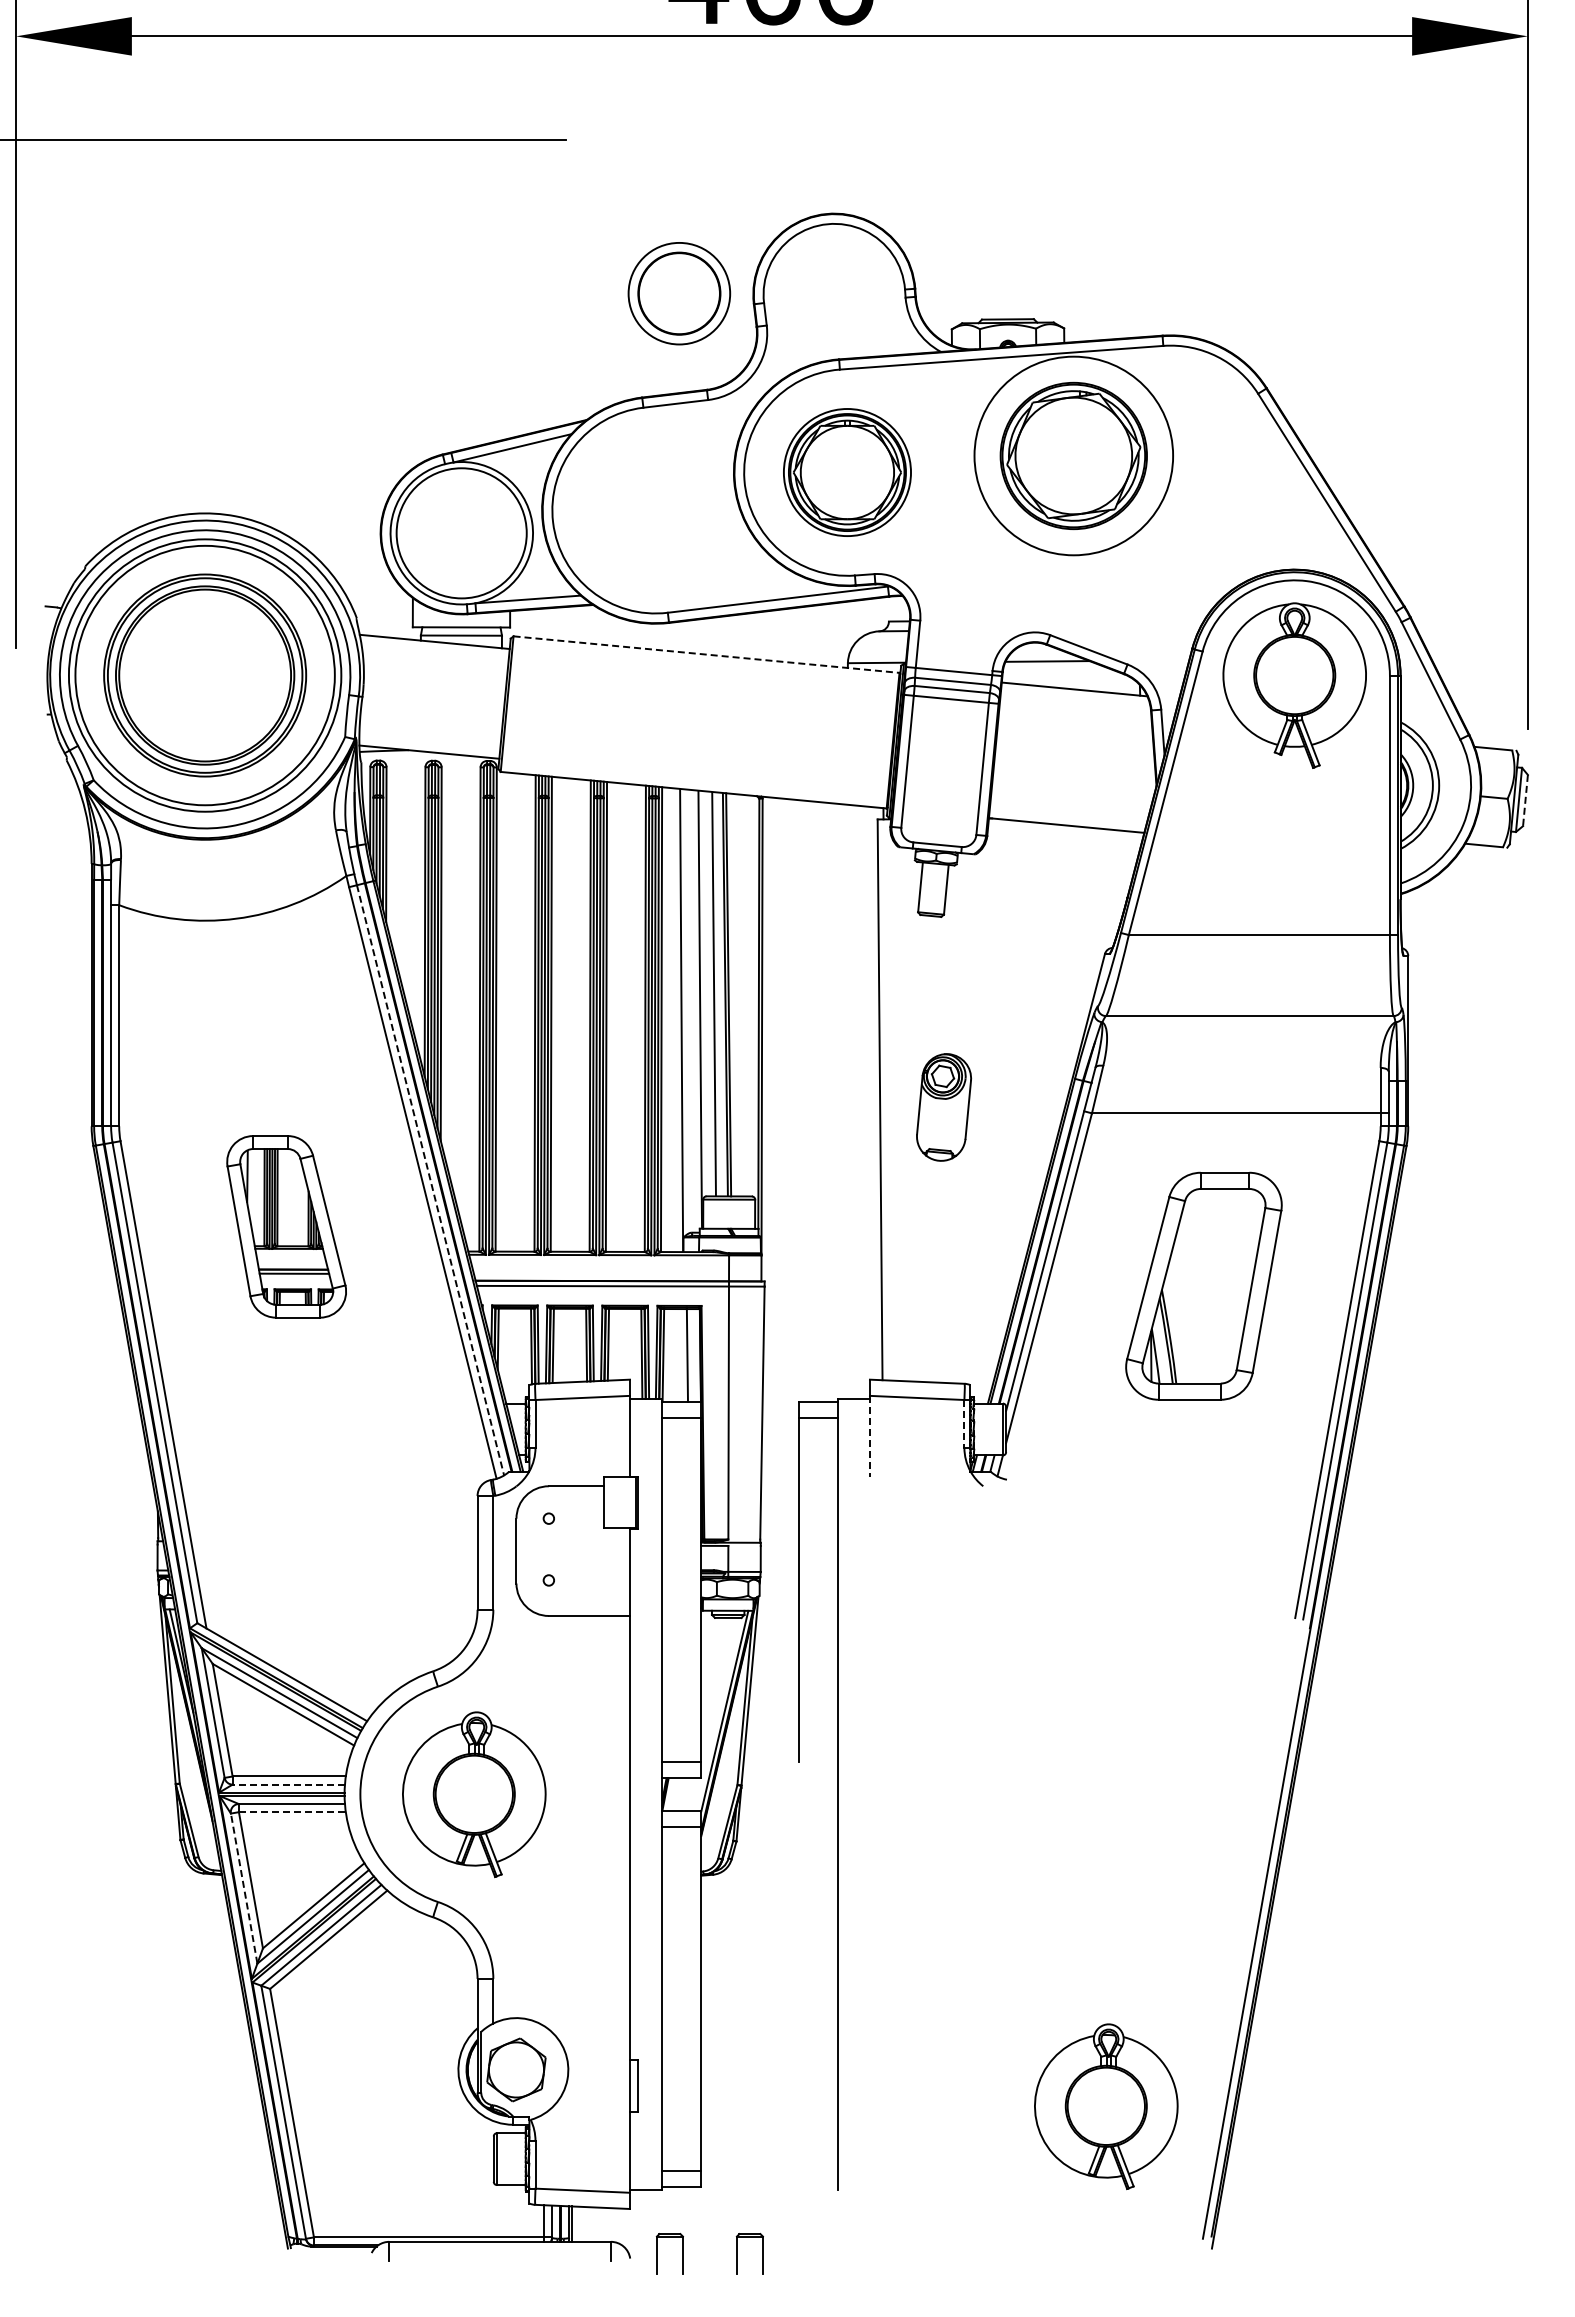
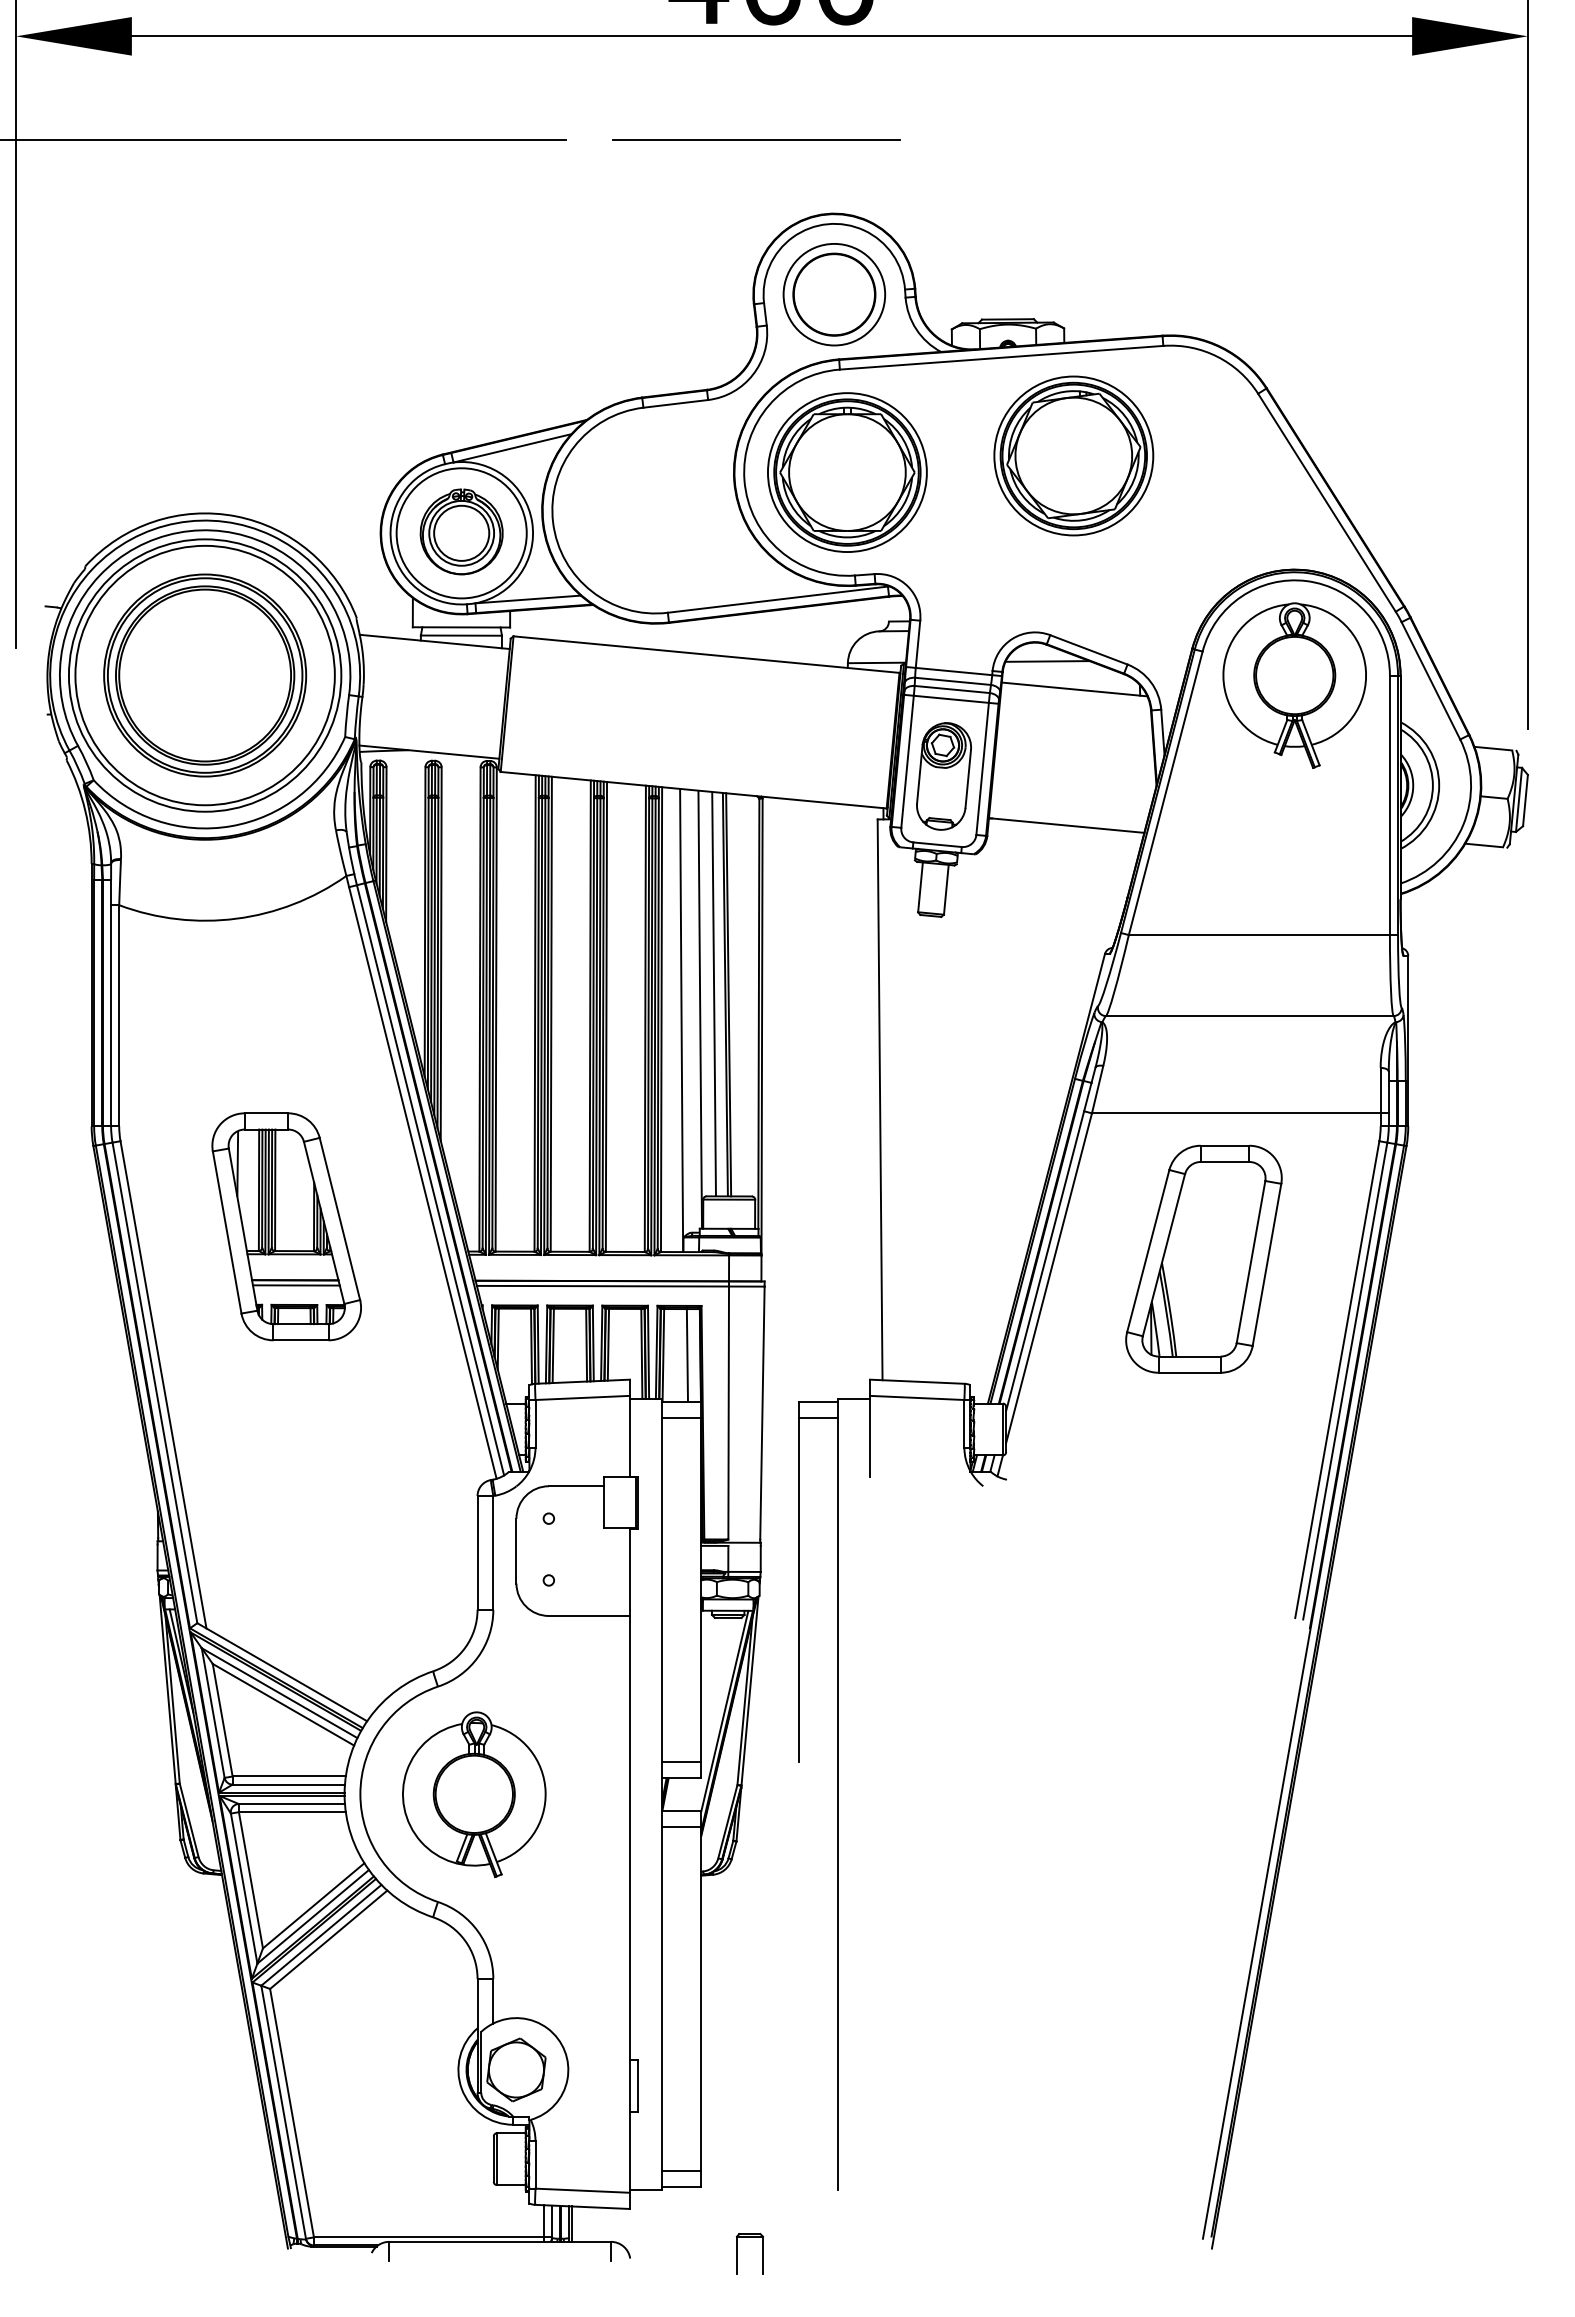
line at (756, 139): none -> present
part at (679, 293) position: (679, 293) -> (834, 294)
circle at (1073, 455) diameter: 199 px -> 159 px
part at (847, 472) size: 129x129 px -> 161x161 px
part at (461, 531): none -> present
line at (706, 654): dashed -> solid
line at (1525, 800): dashed -> solid
part at (943, 1107) position: (943, 1107) -> (943, 776)
line at (430, 1180): dashed -> solid
part at (286, 1226) size: 121x184 px -> 151x230 px
part at (1203, 1285) position: (1203, 1285) -> (1203, 1258)
line at (964, 1423): dashed -> solid
line at (869, 1436): dashed -> solid
line at (288, 1784): dashed -> solid
line at (292, 1812): dashed -> solid
line at (244, 1888): dashed -> solid
part at (1106, 2106): present -> none
part at (657, 2253): present -> none
